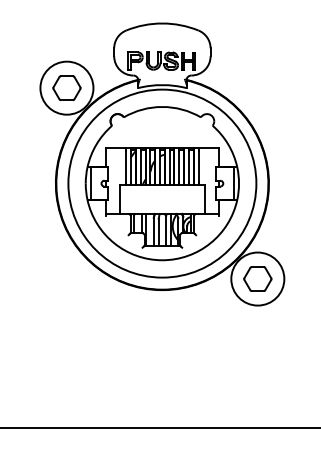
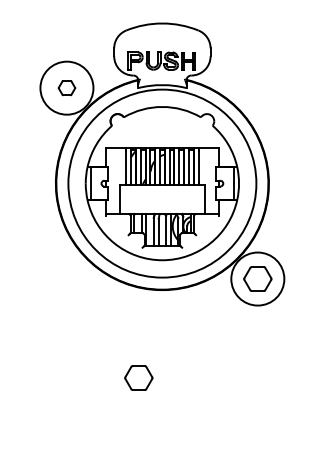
part at (66, 87) size: 30x26 px -> 20x16 px
part at (138, 377): none -> present
line at (159, 428): present -> none
